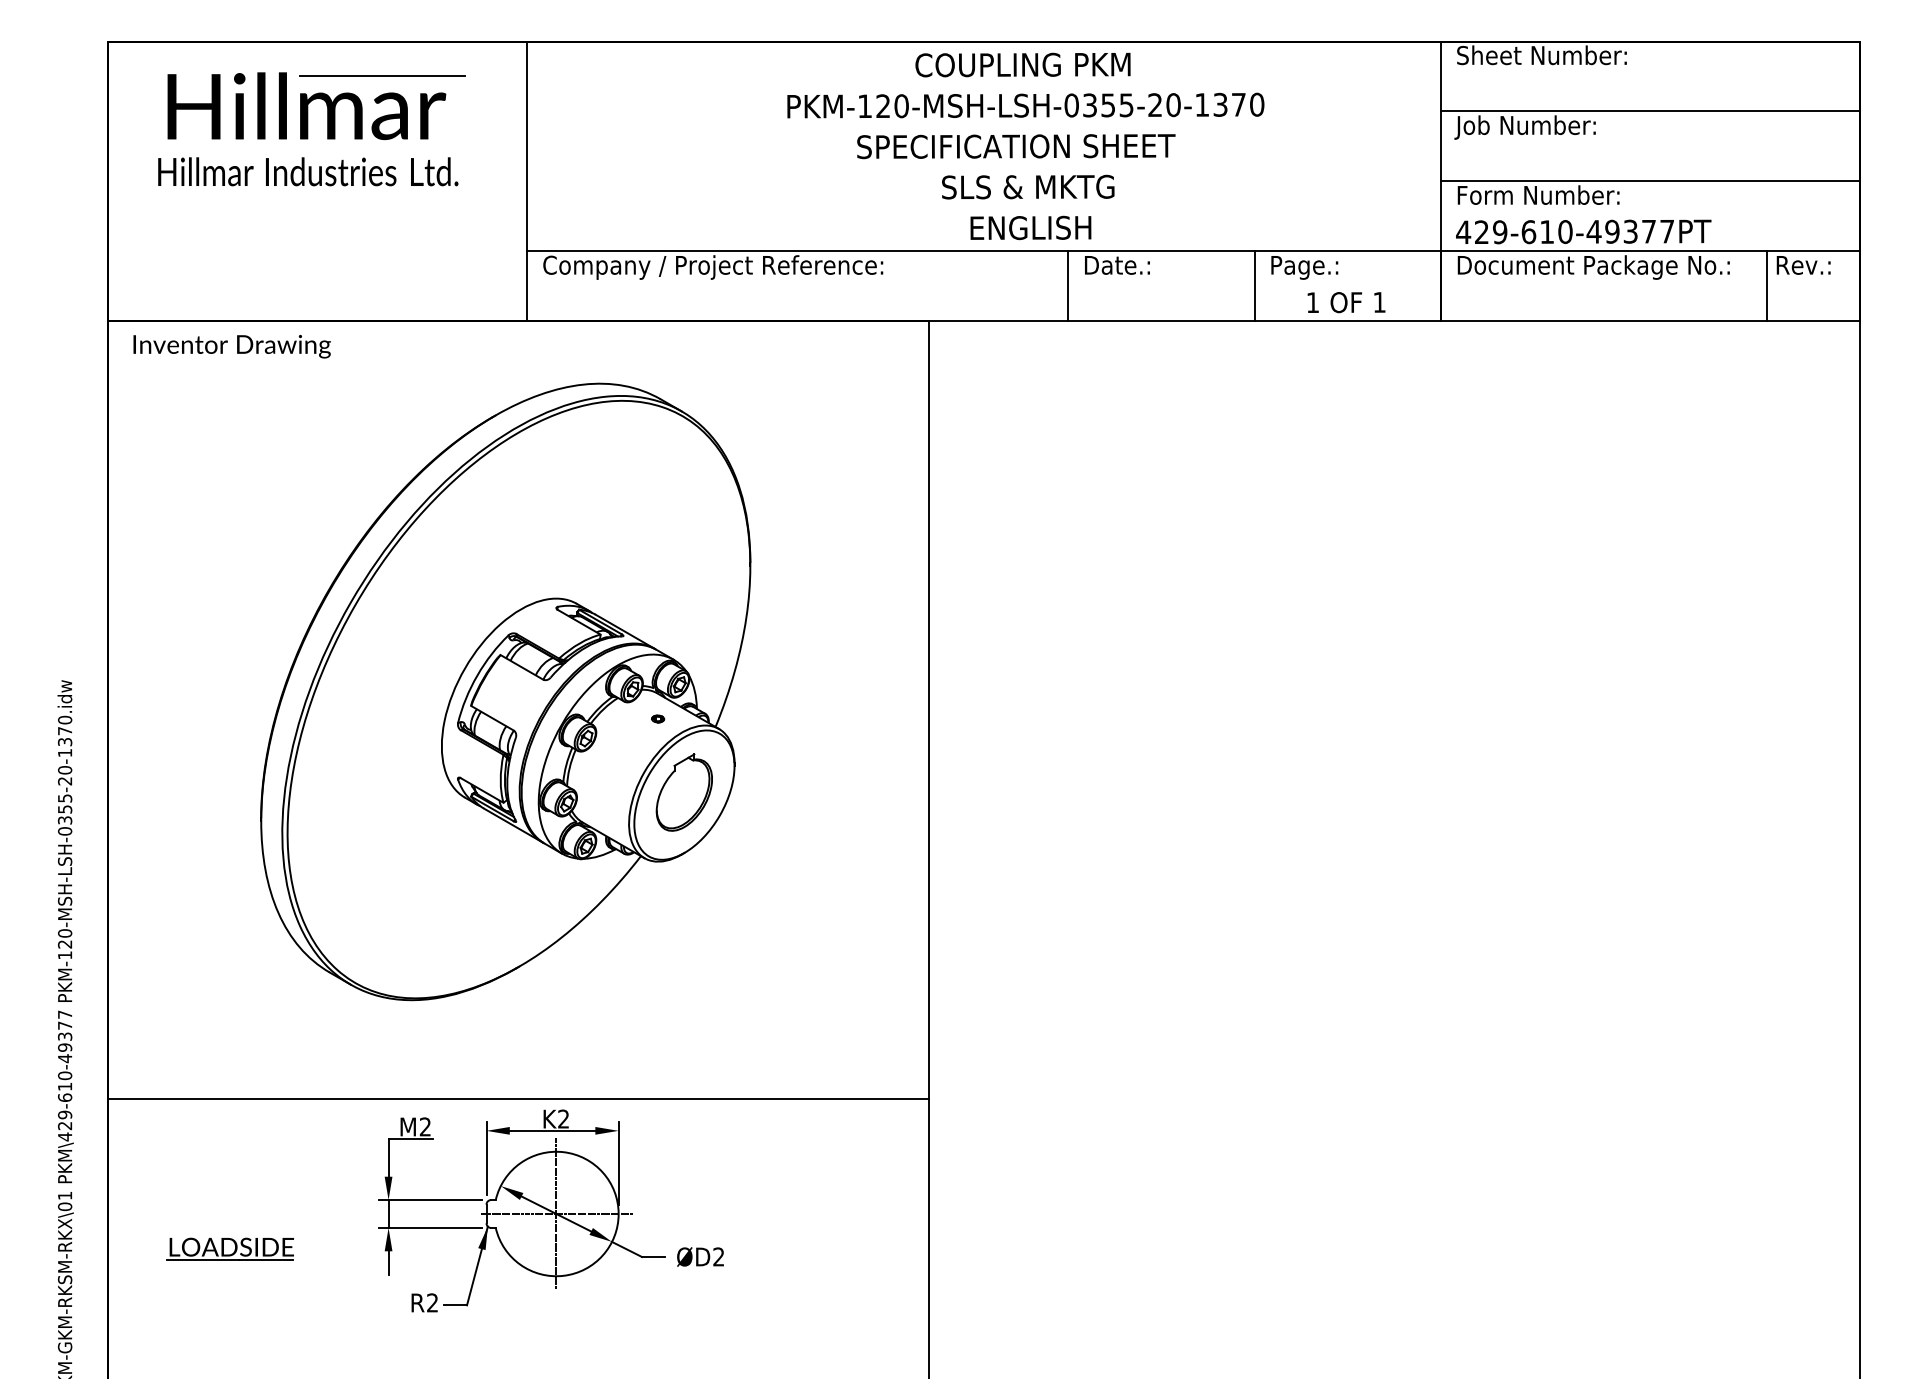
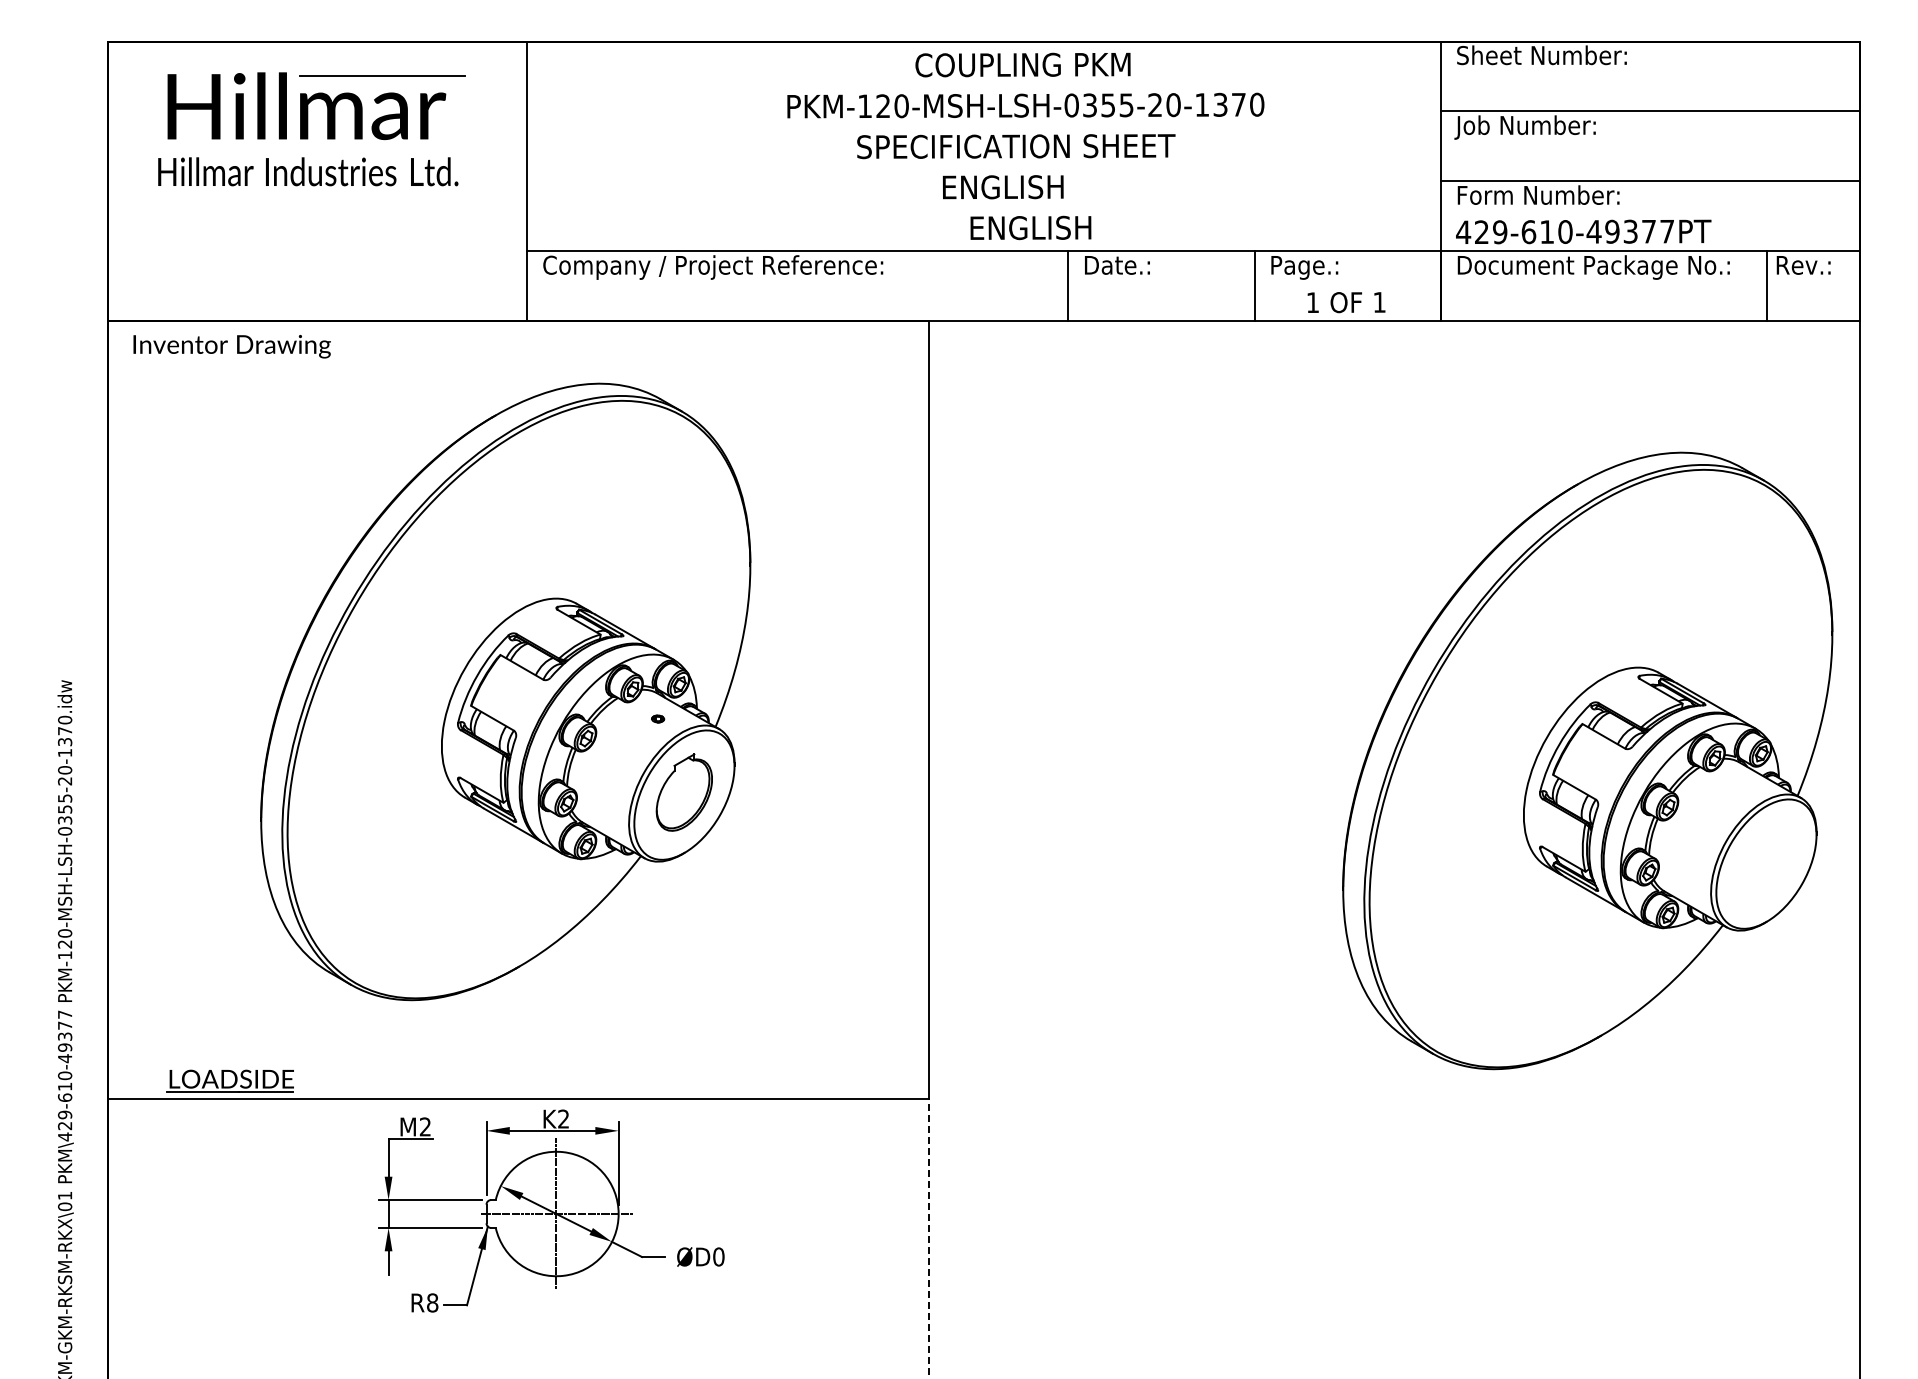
text at (1028, 186): SLS & MKTG -> ENGLISH
part at (1587, 760): none -> present
line at (928, 1238): solid -> dashed
part at (229, 1248) position: (229, 1248) -> (229, 1080)
text at (718, 1256): ØD2 -> ØD0
text at (432, 1302): R2 -> R8
